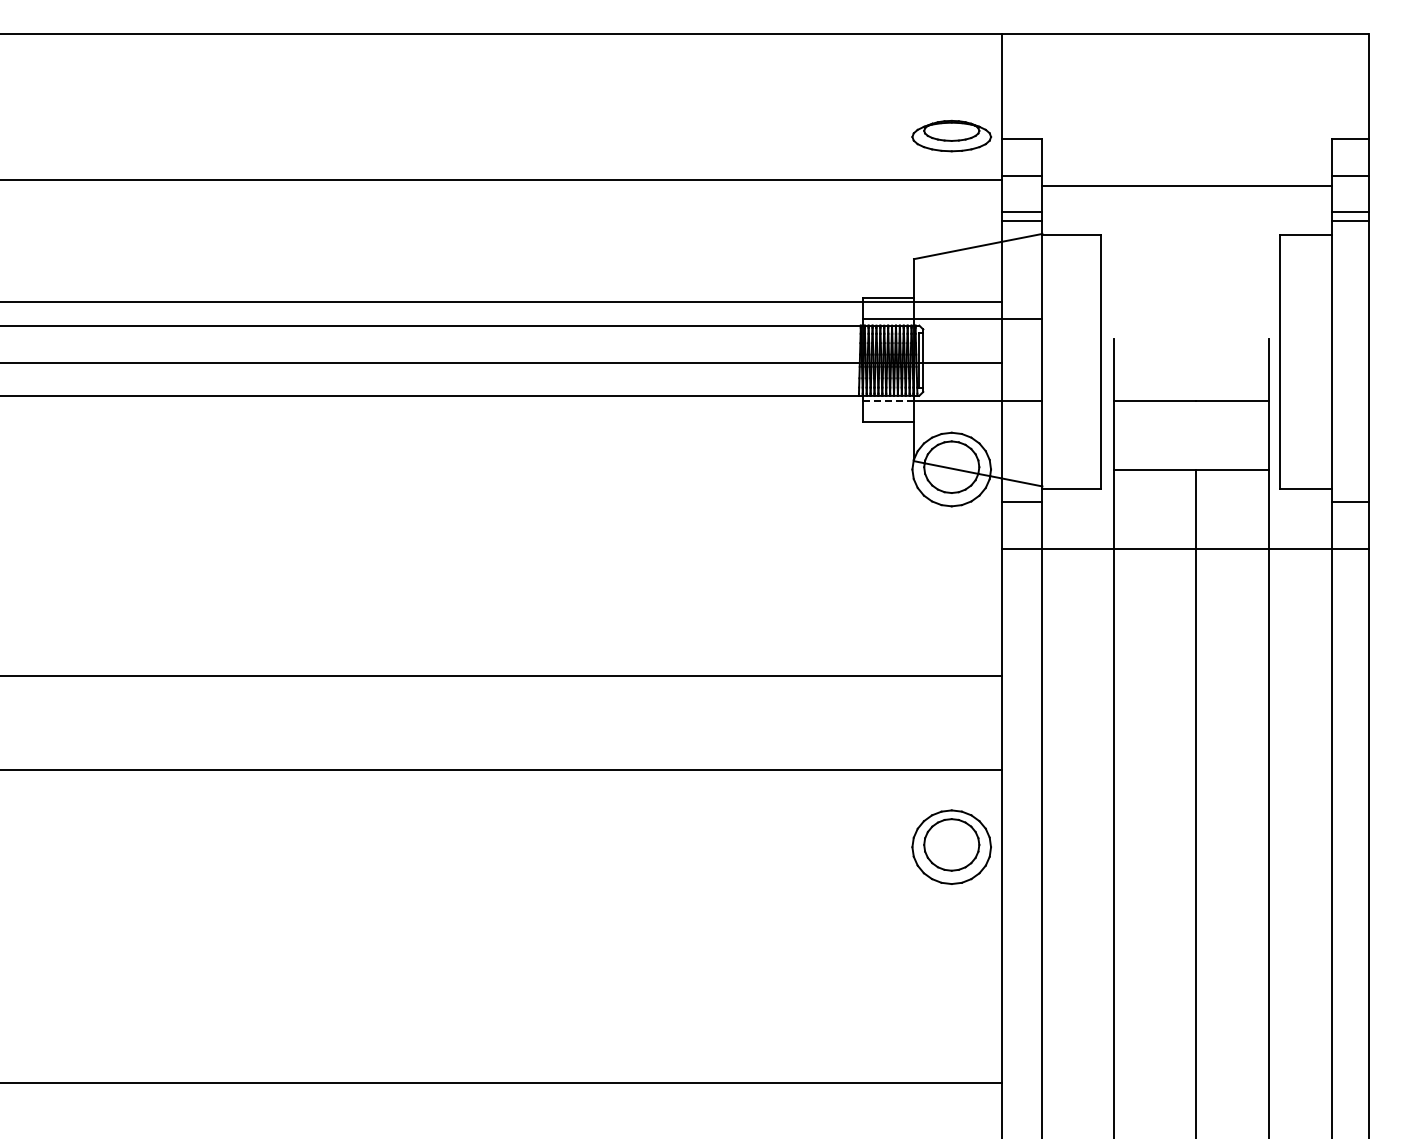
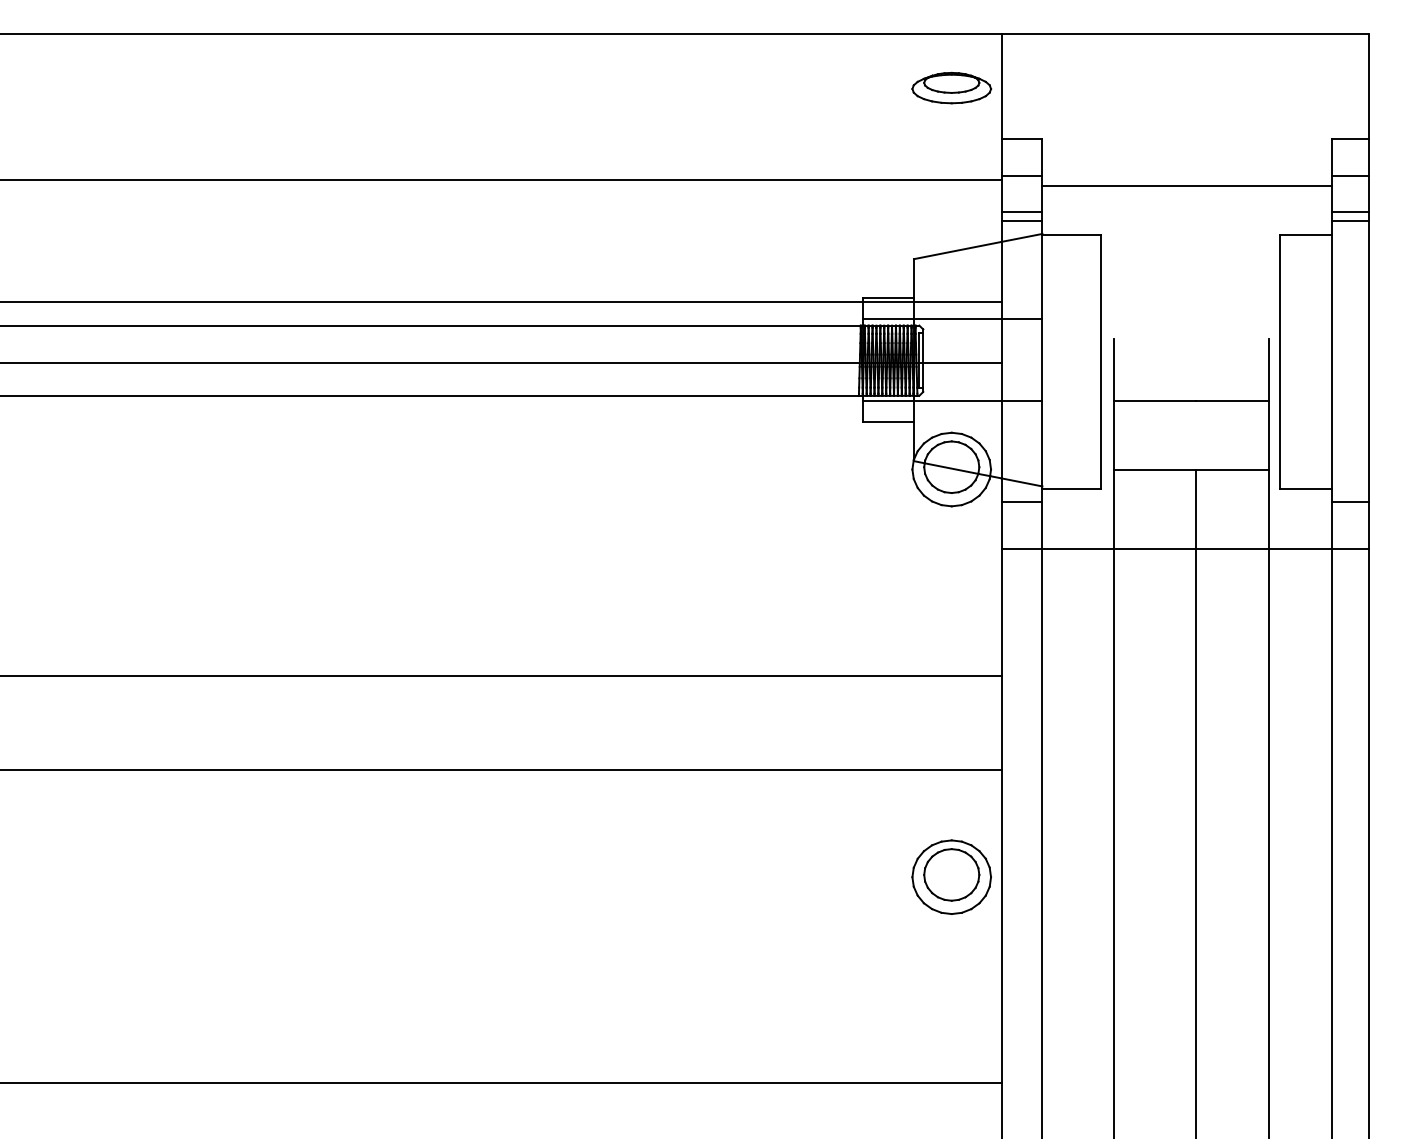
part at (951, 135) position: (951, 135) -> (951, 87)
line at (888, 401): dashed -> solid
part at (951, 846) position: (951, 846) -> (951, 876)
